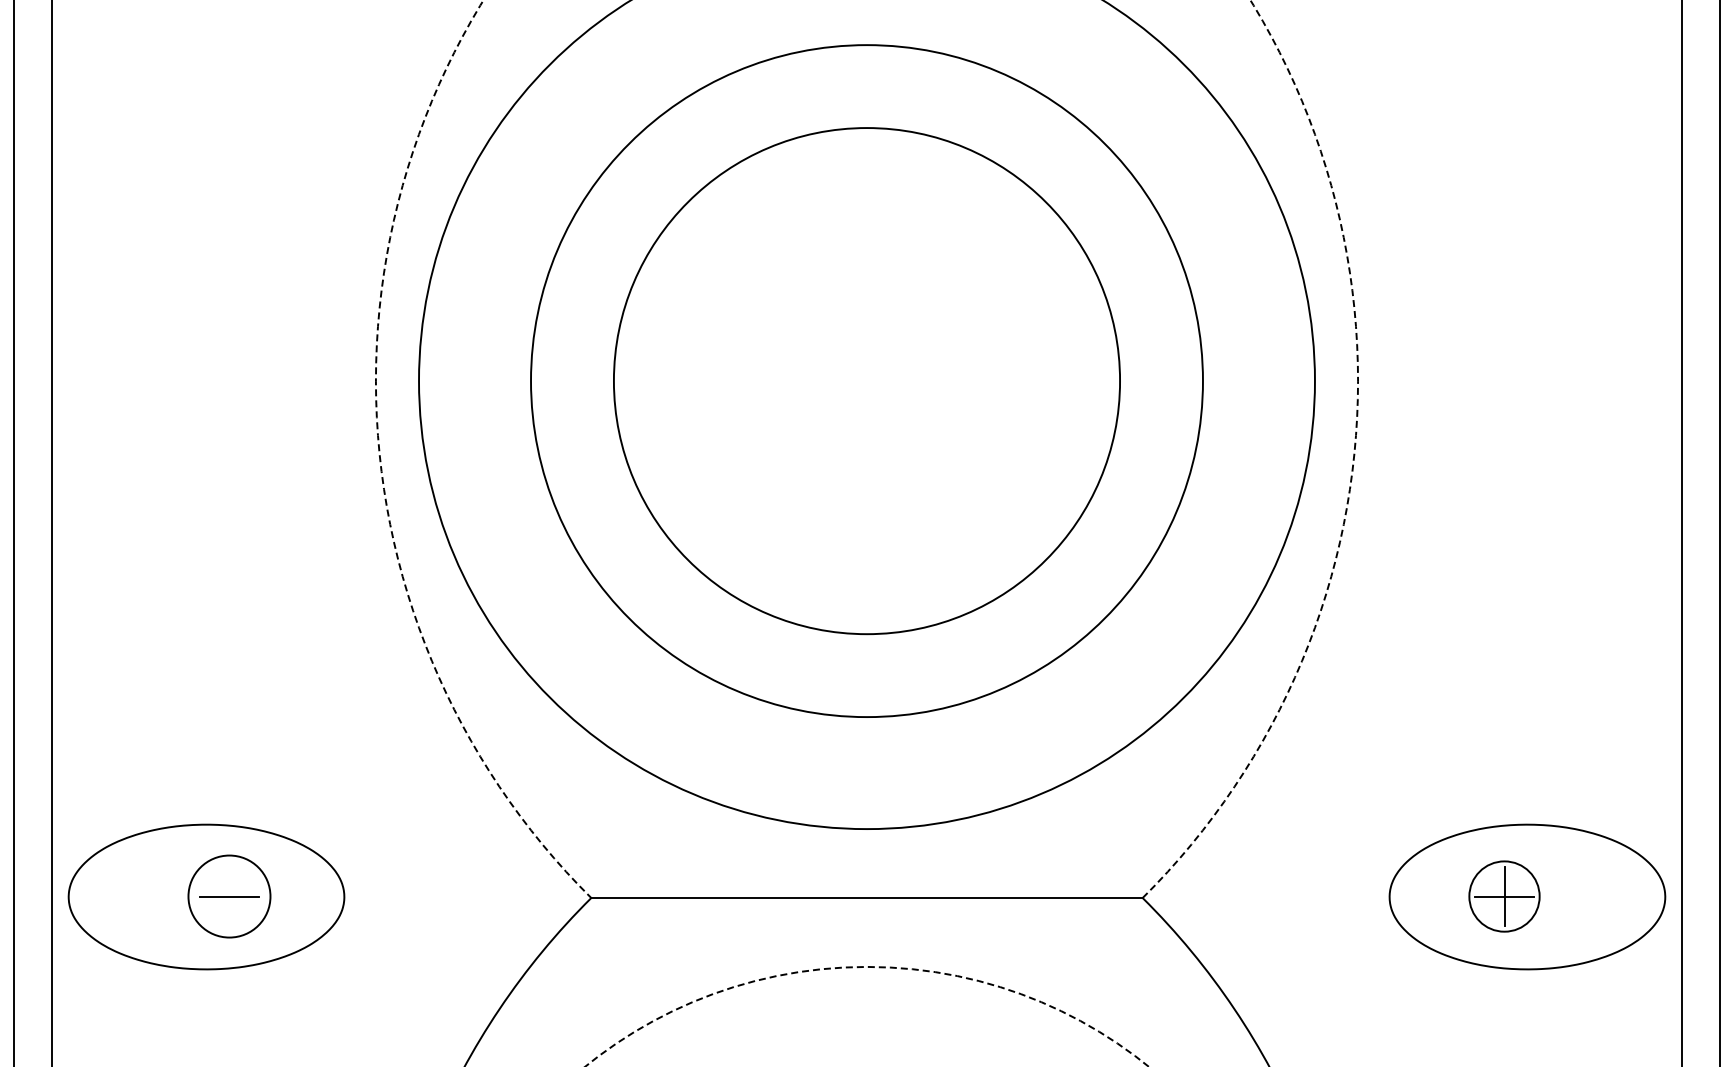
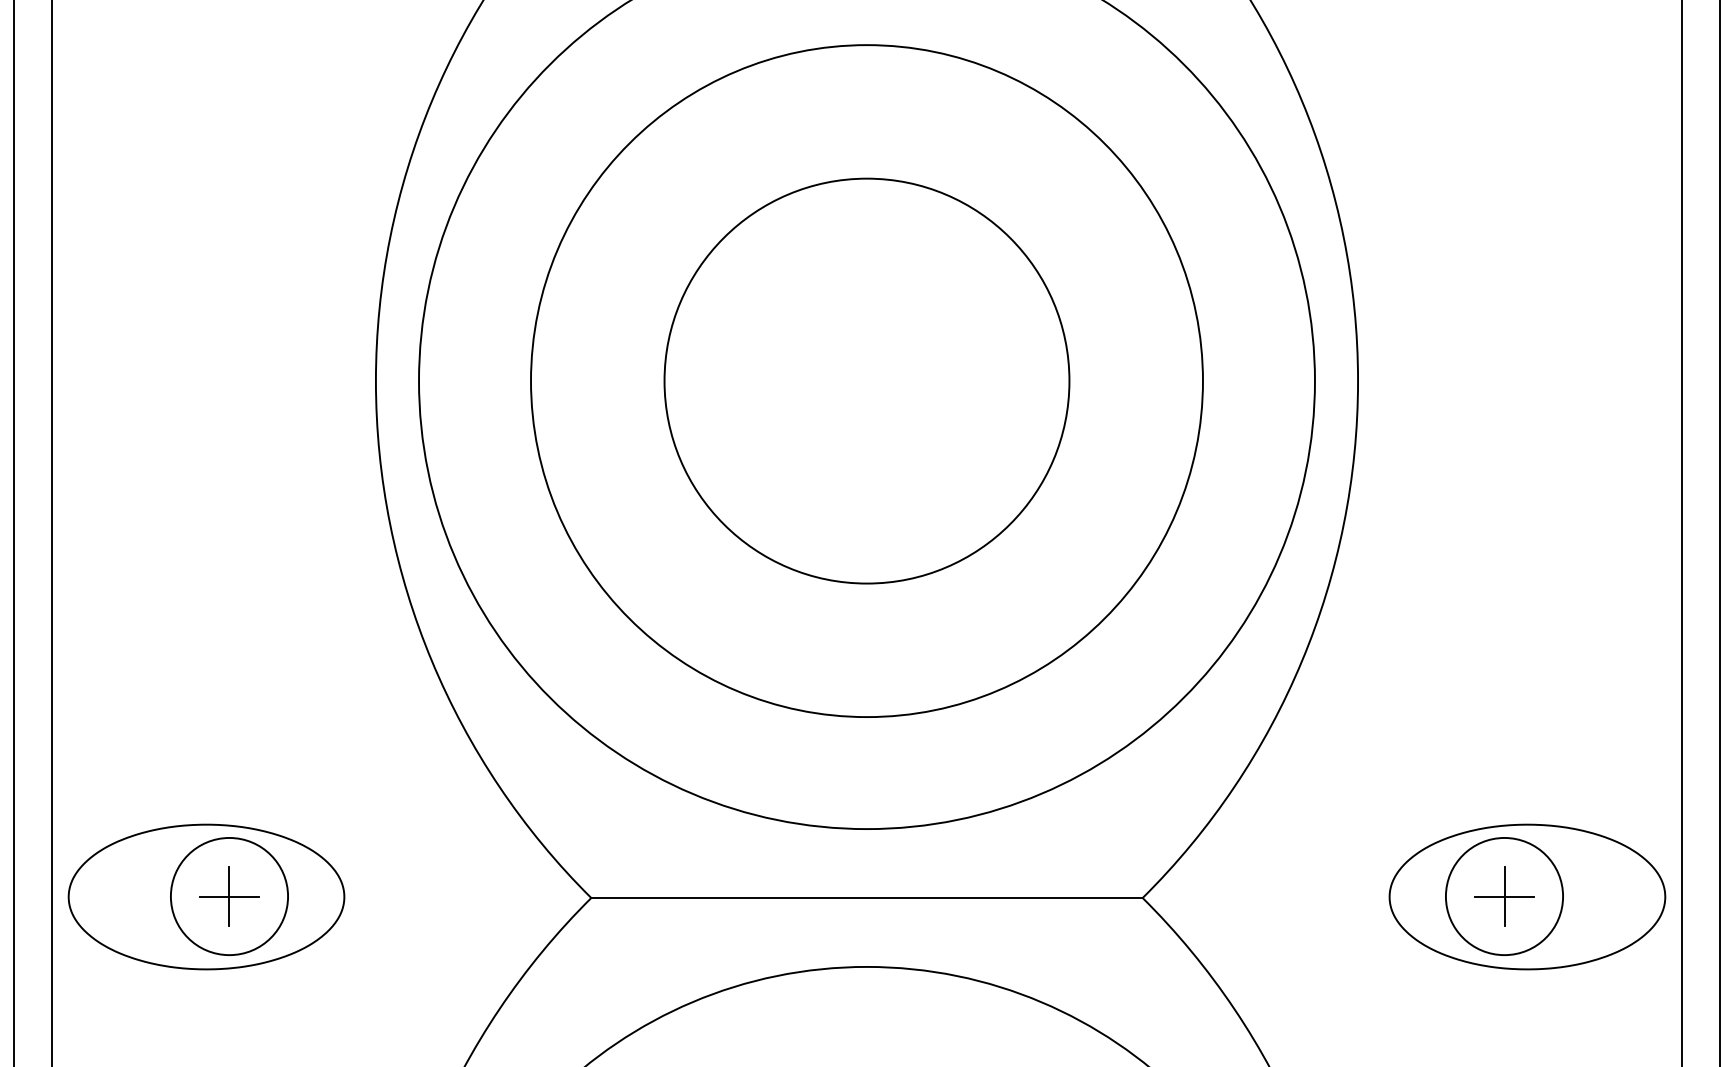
circle at (866, 381) diameter: 506 px -> 405 px
arc at (1353, 465): dashed -> solid
arc at (381, 466): dashed -> solid
circle at (229, 896) diameter: 82 px -> 117 px
line at (229, 896): none -> present
circle at (1504, 896) diameter: 70 px -> 117 px
circle at (866, 1016): dashed -> solid
